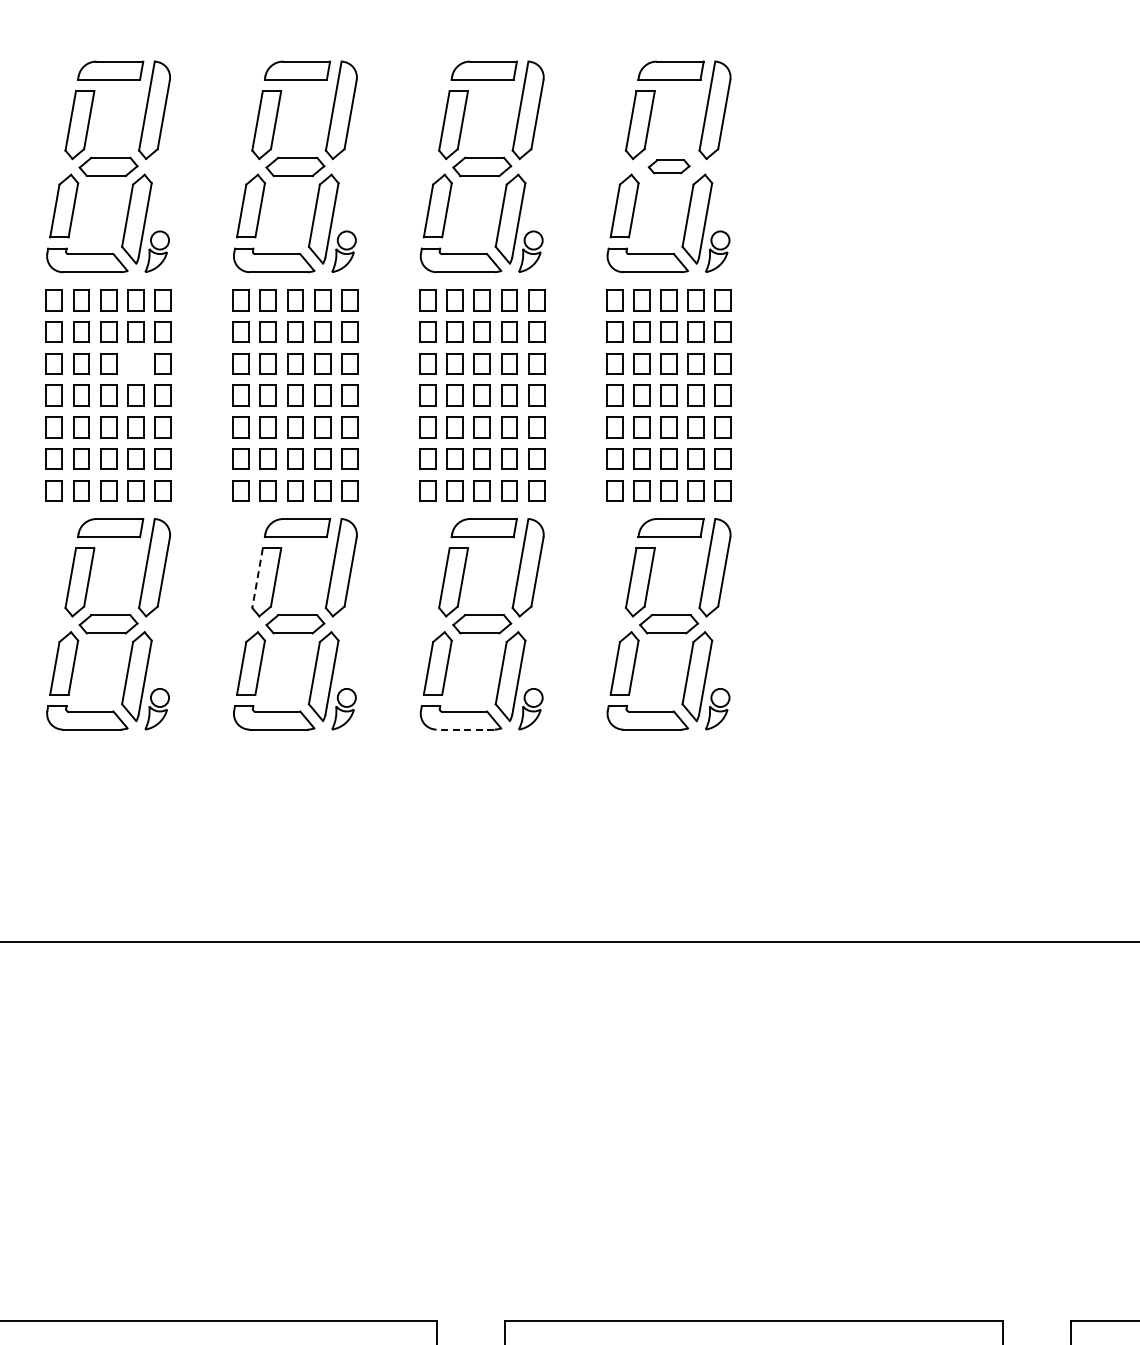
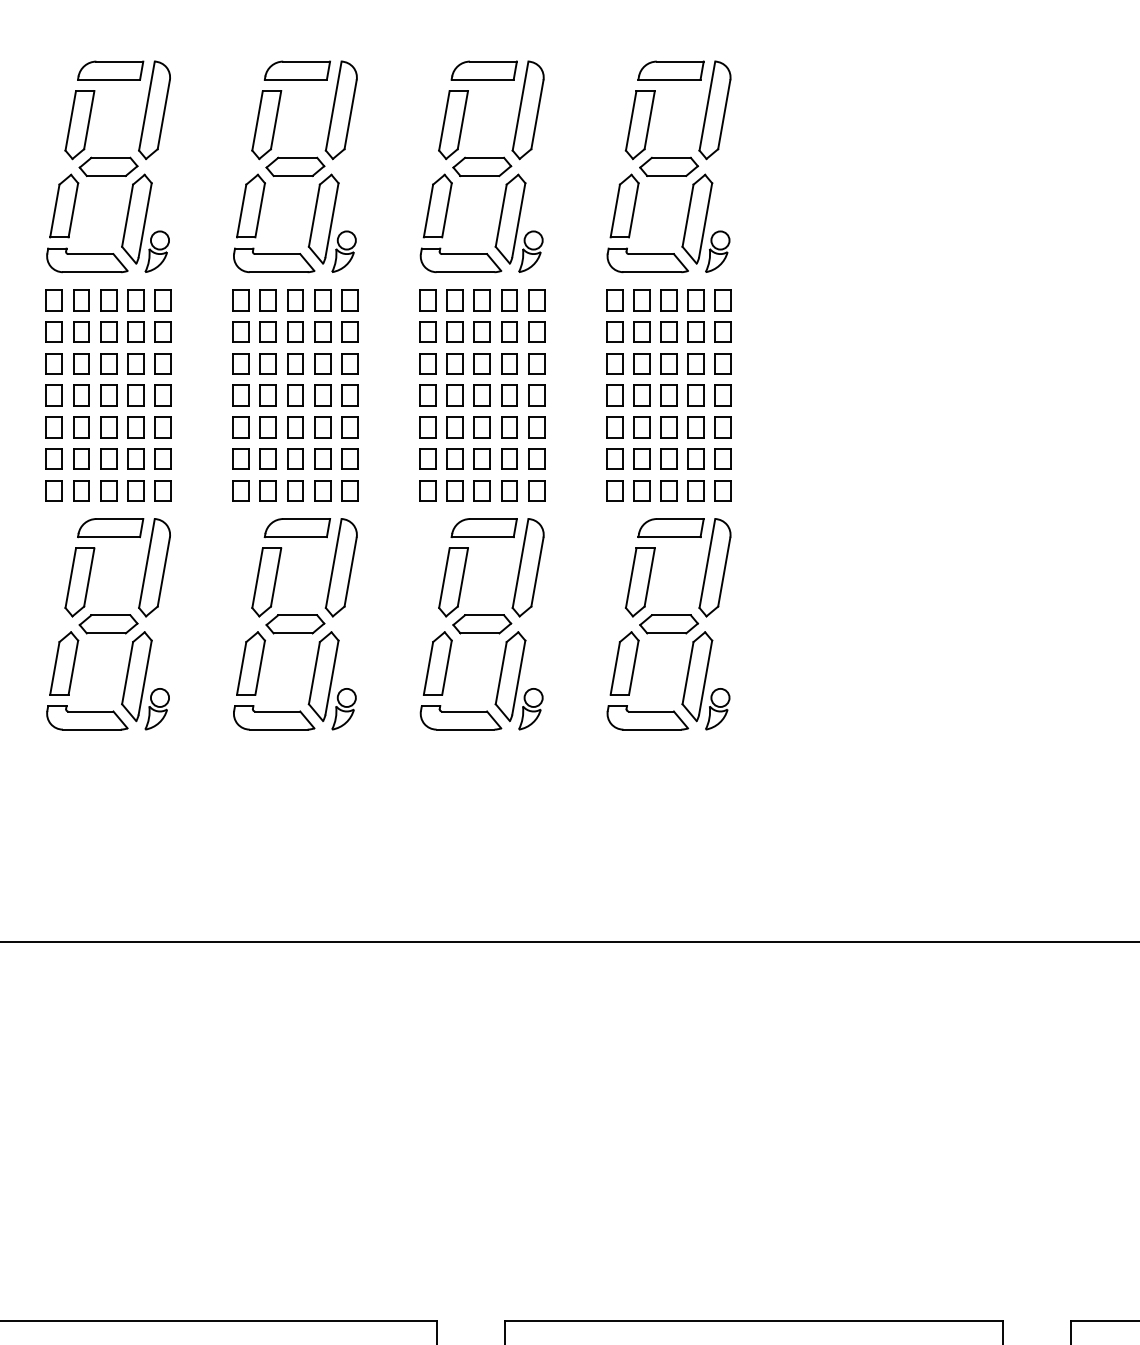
part at (668, 166) size: 44x16 px -> 61x21 px
part at (135, 363): none -> present
line at (257, 578): dashed -> solid
line at (465, 729): dashed -> solid
